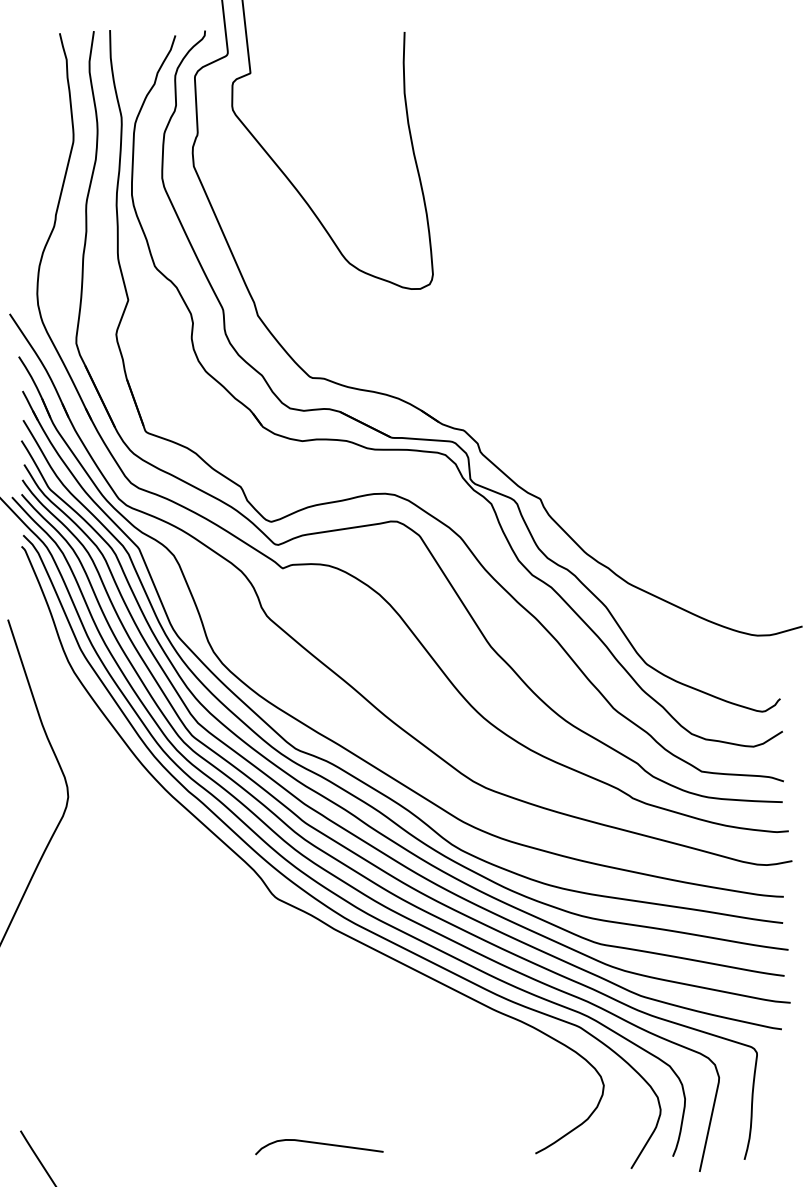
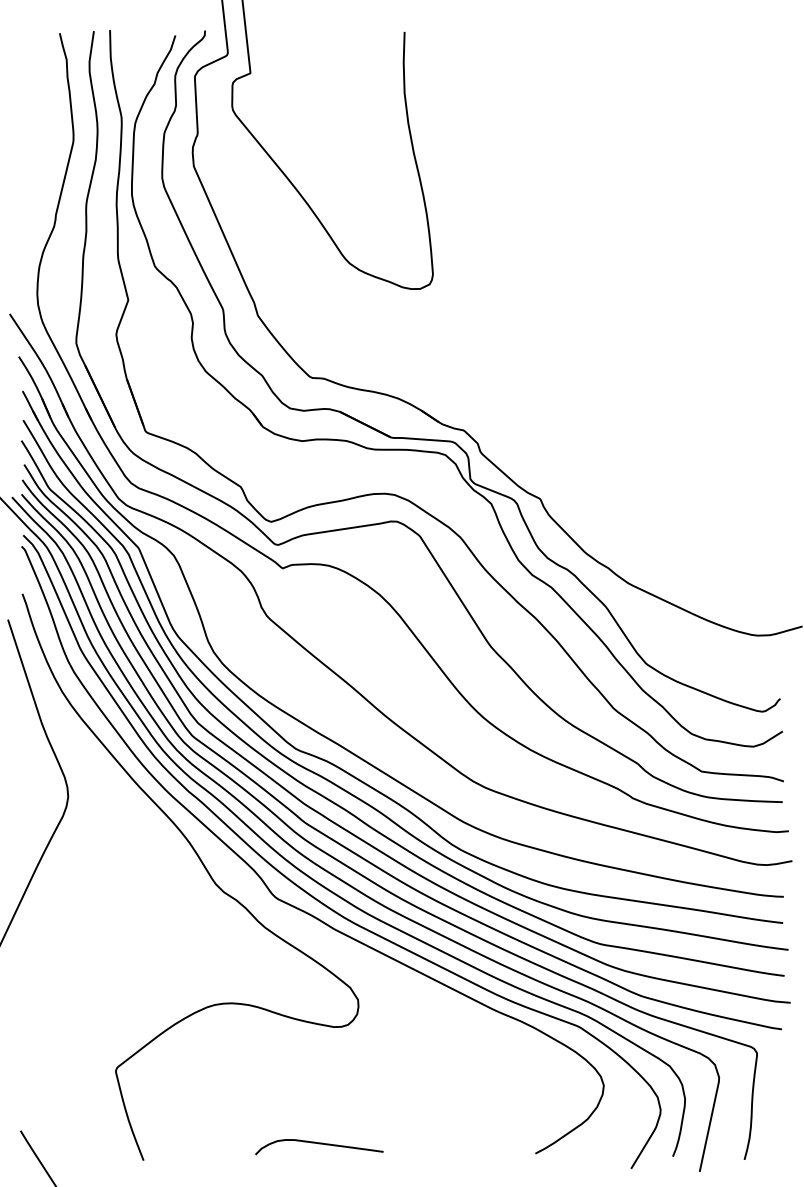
curve at (204, 868): none -> present
